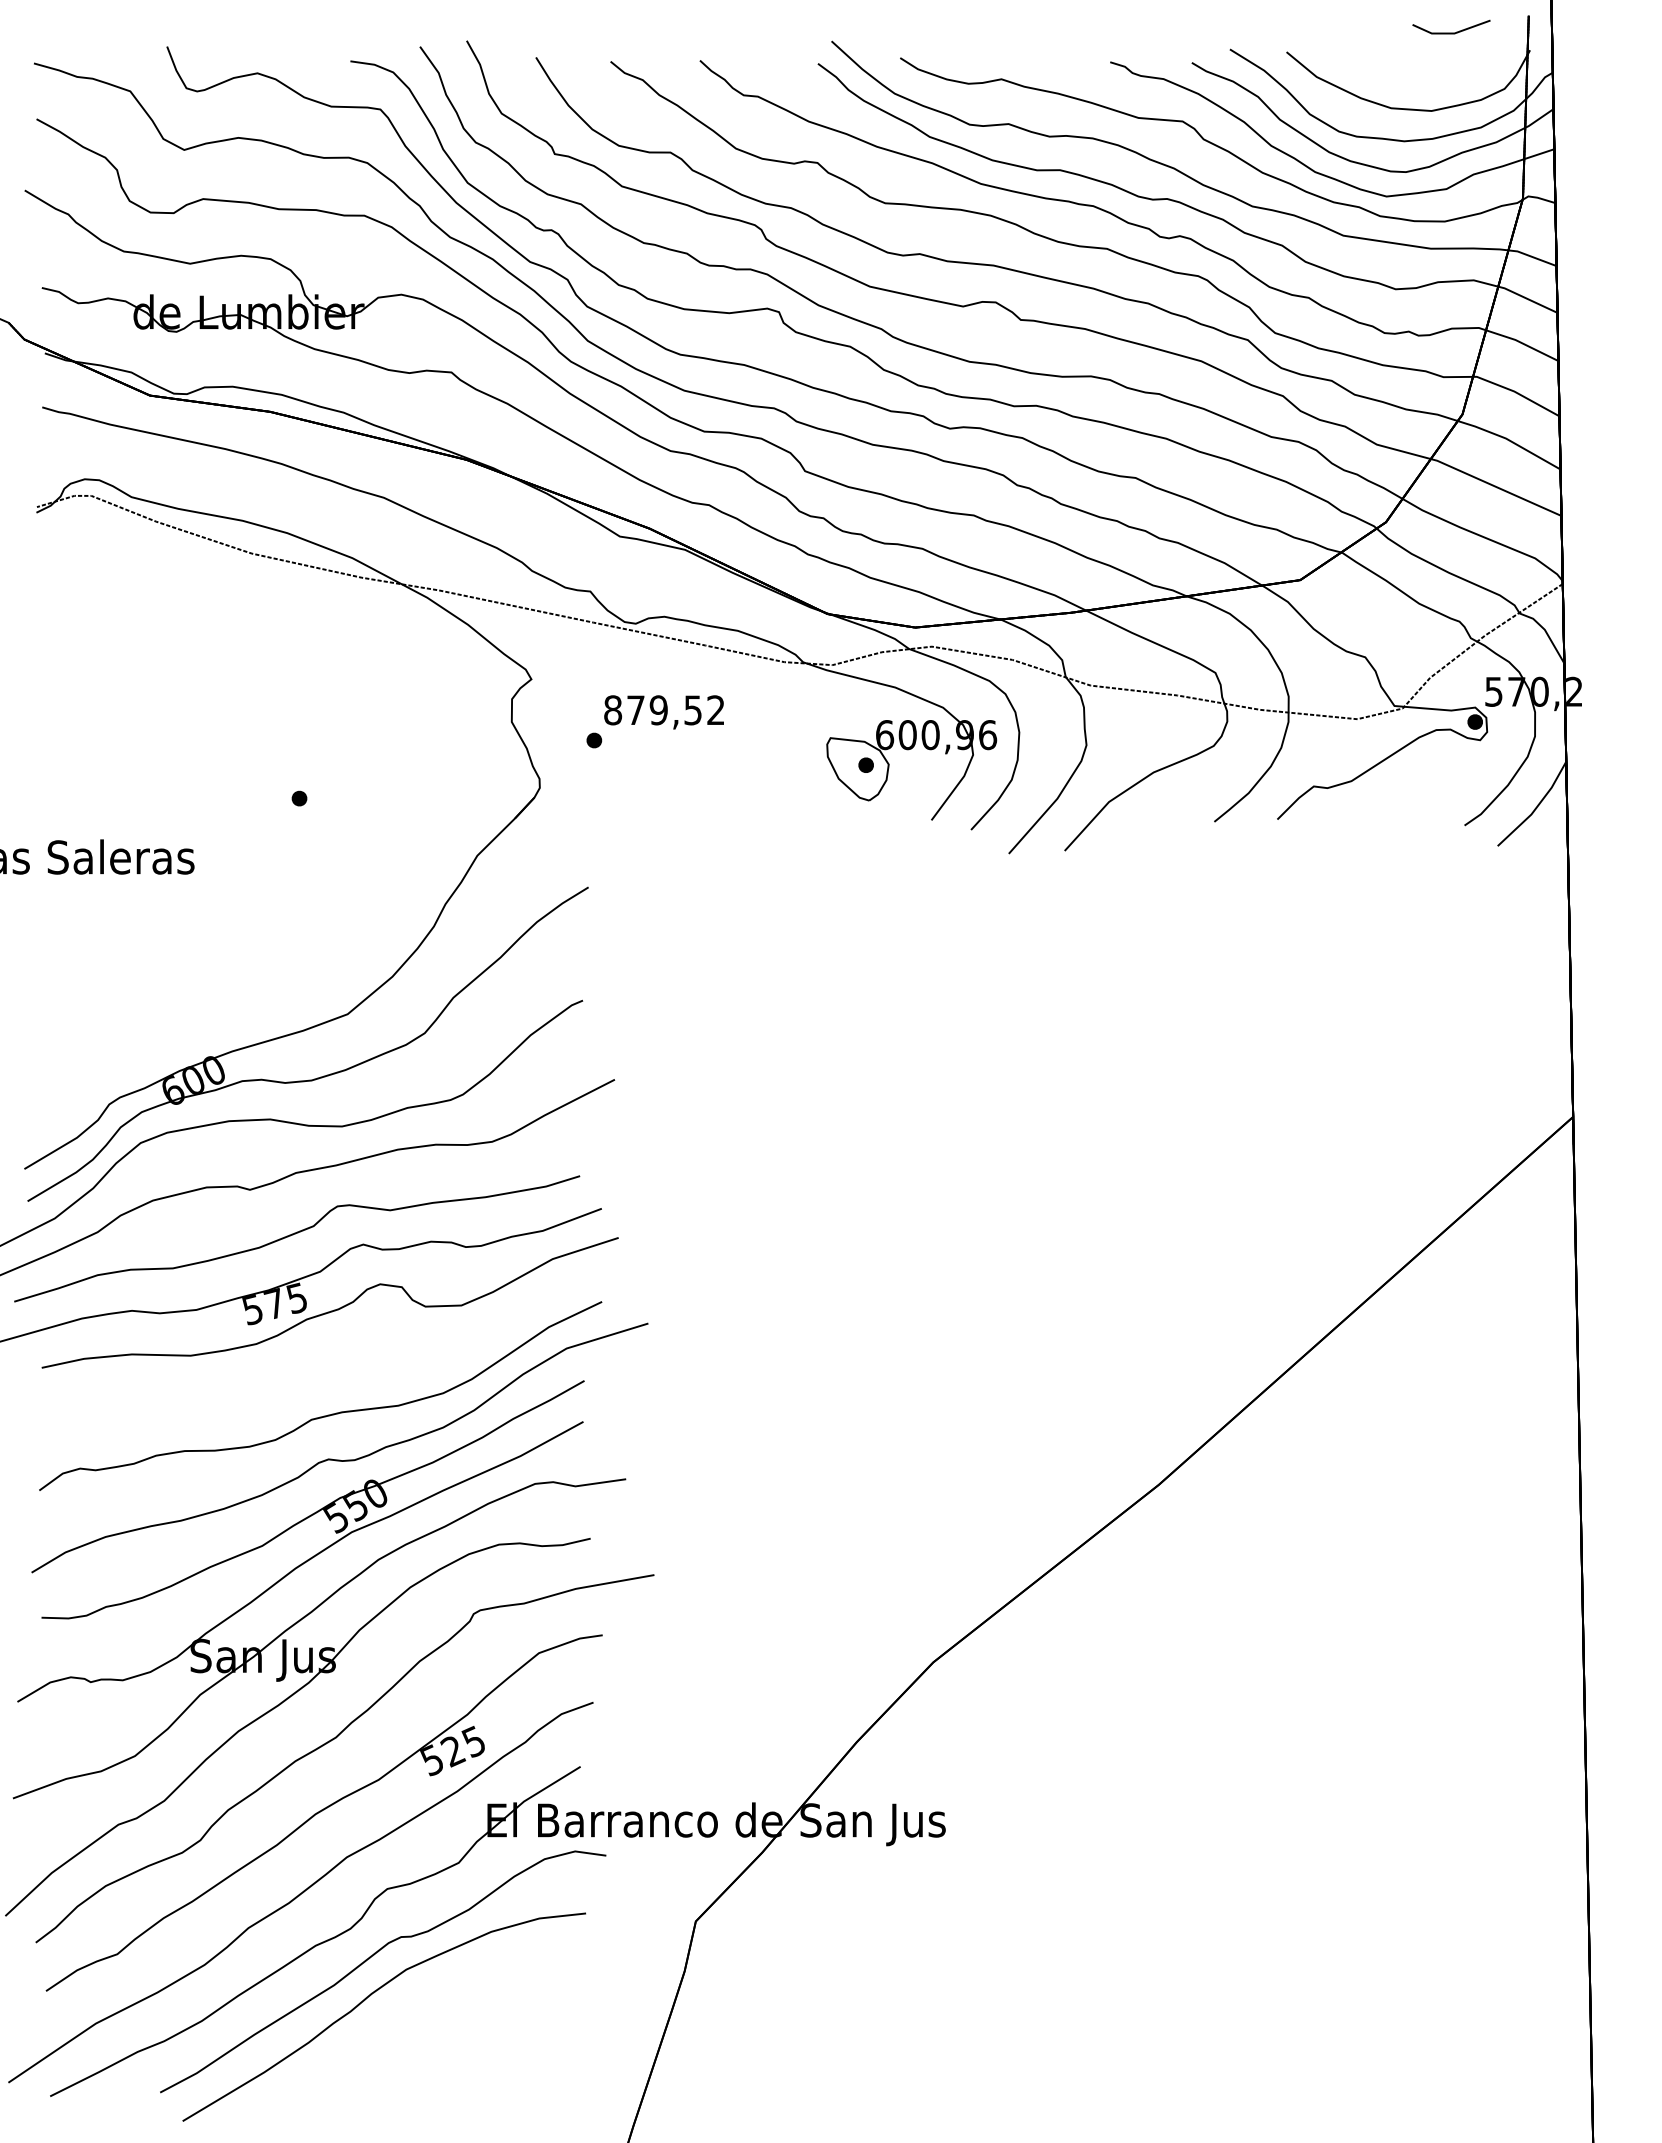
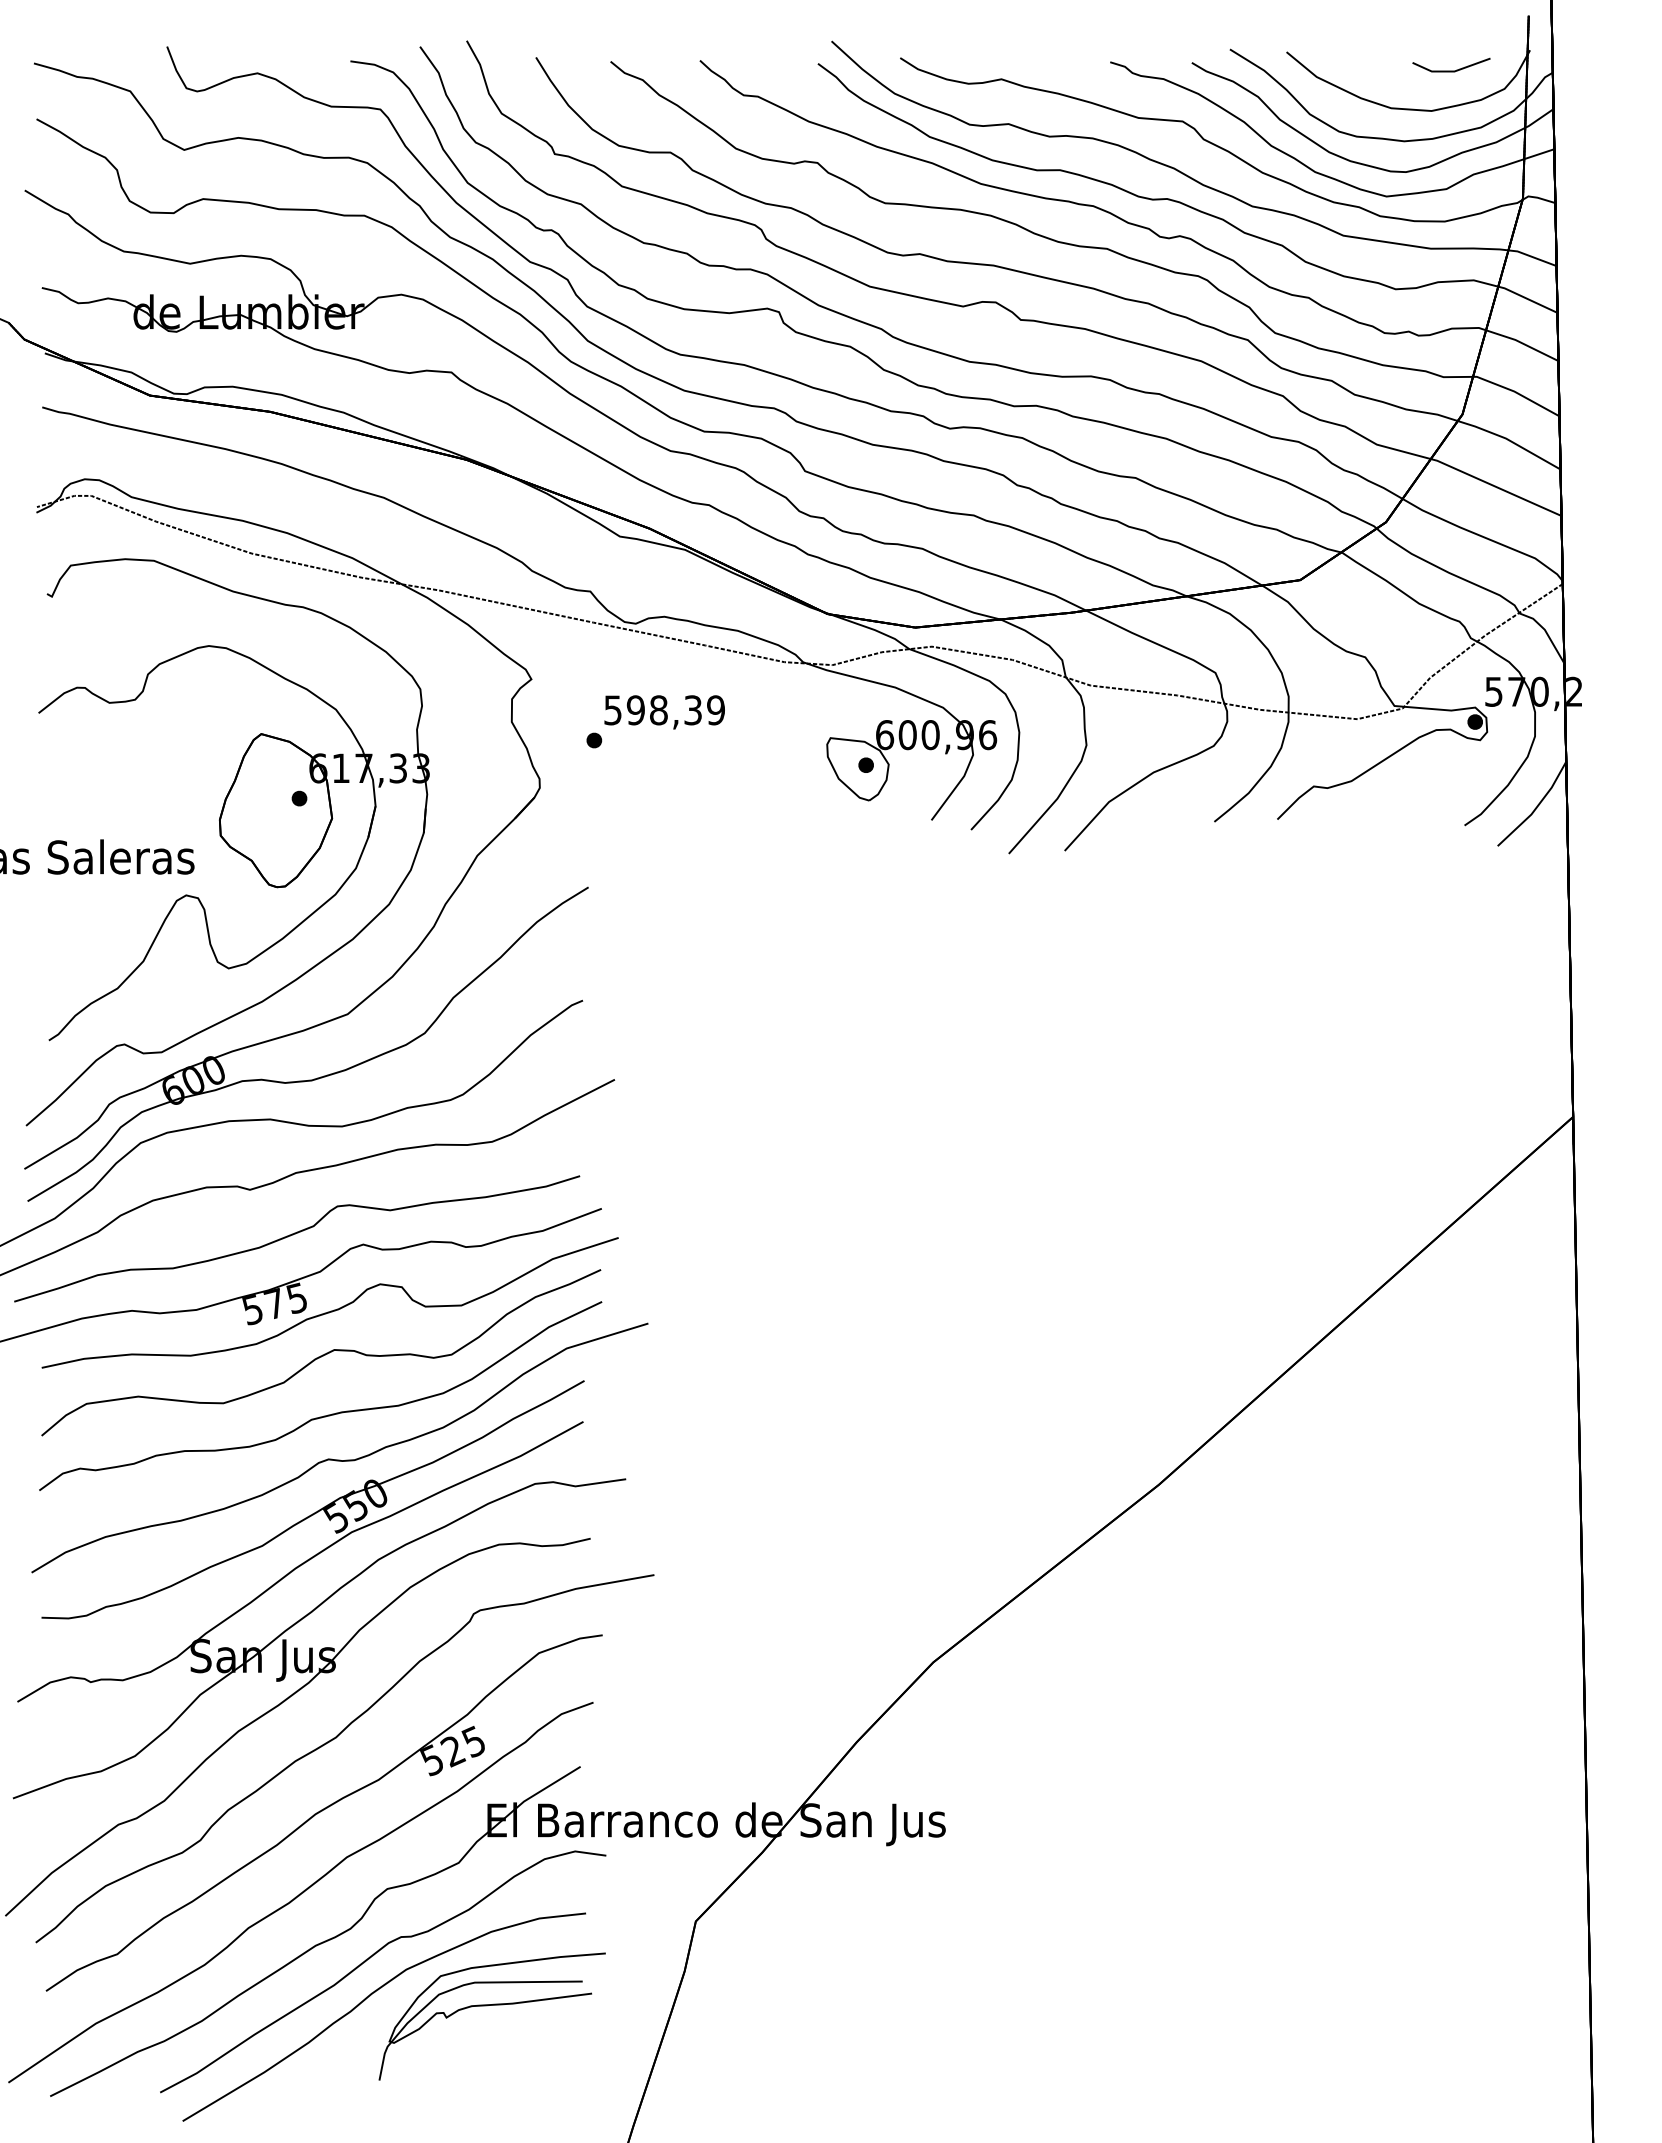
part at (1451, 26) position: (1451, 26) -> (1451, 64)
text at (664, 710): 879,52 -> 598,39
part at (227, 842): none -> present
part at (321, 1352): none -> present
part at (487, 2006): none -> present
